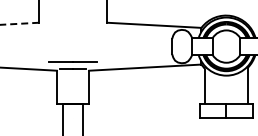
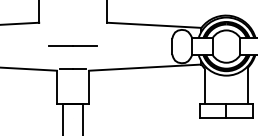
line at (19, 23): dashed -> solid
line at (72, 61) position: (72, 61) -> (72, 45)
